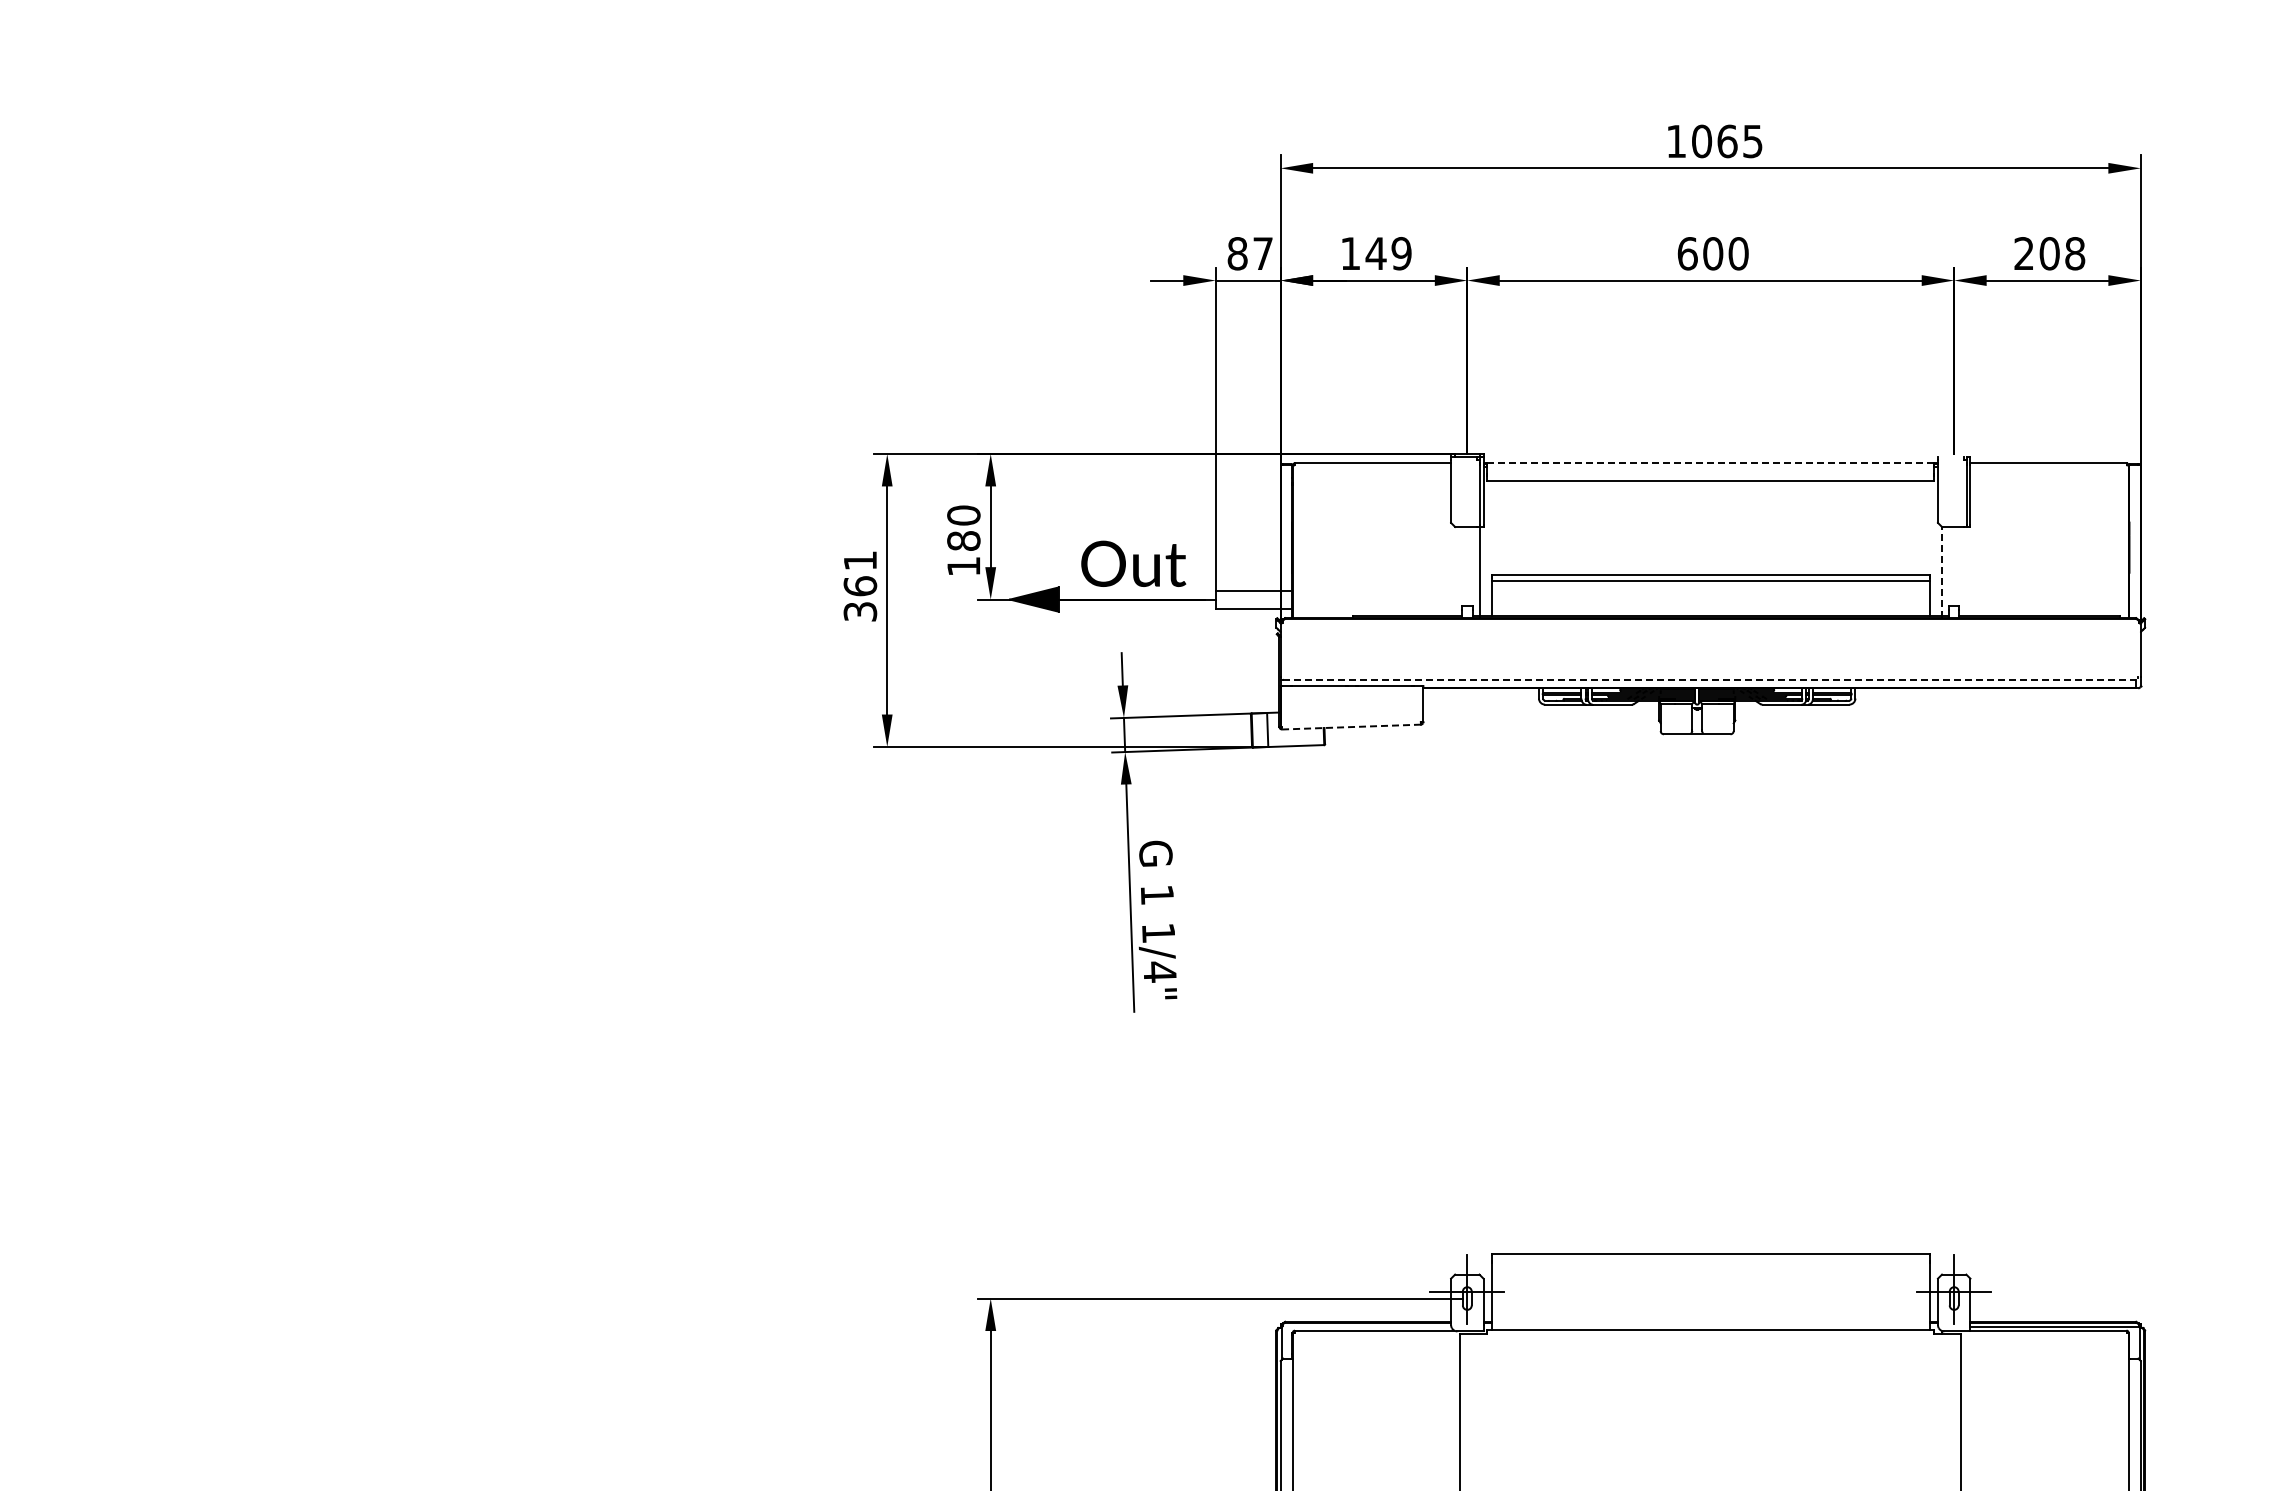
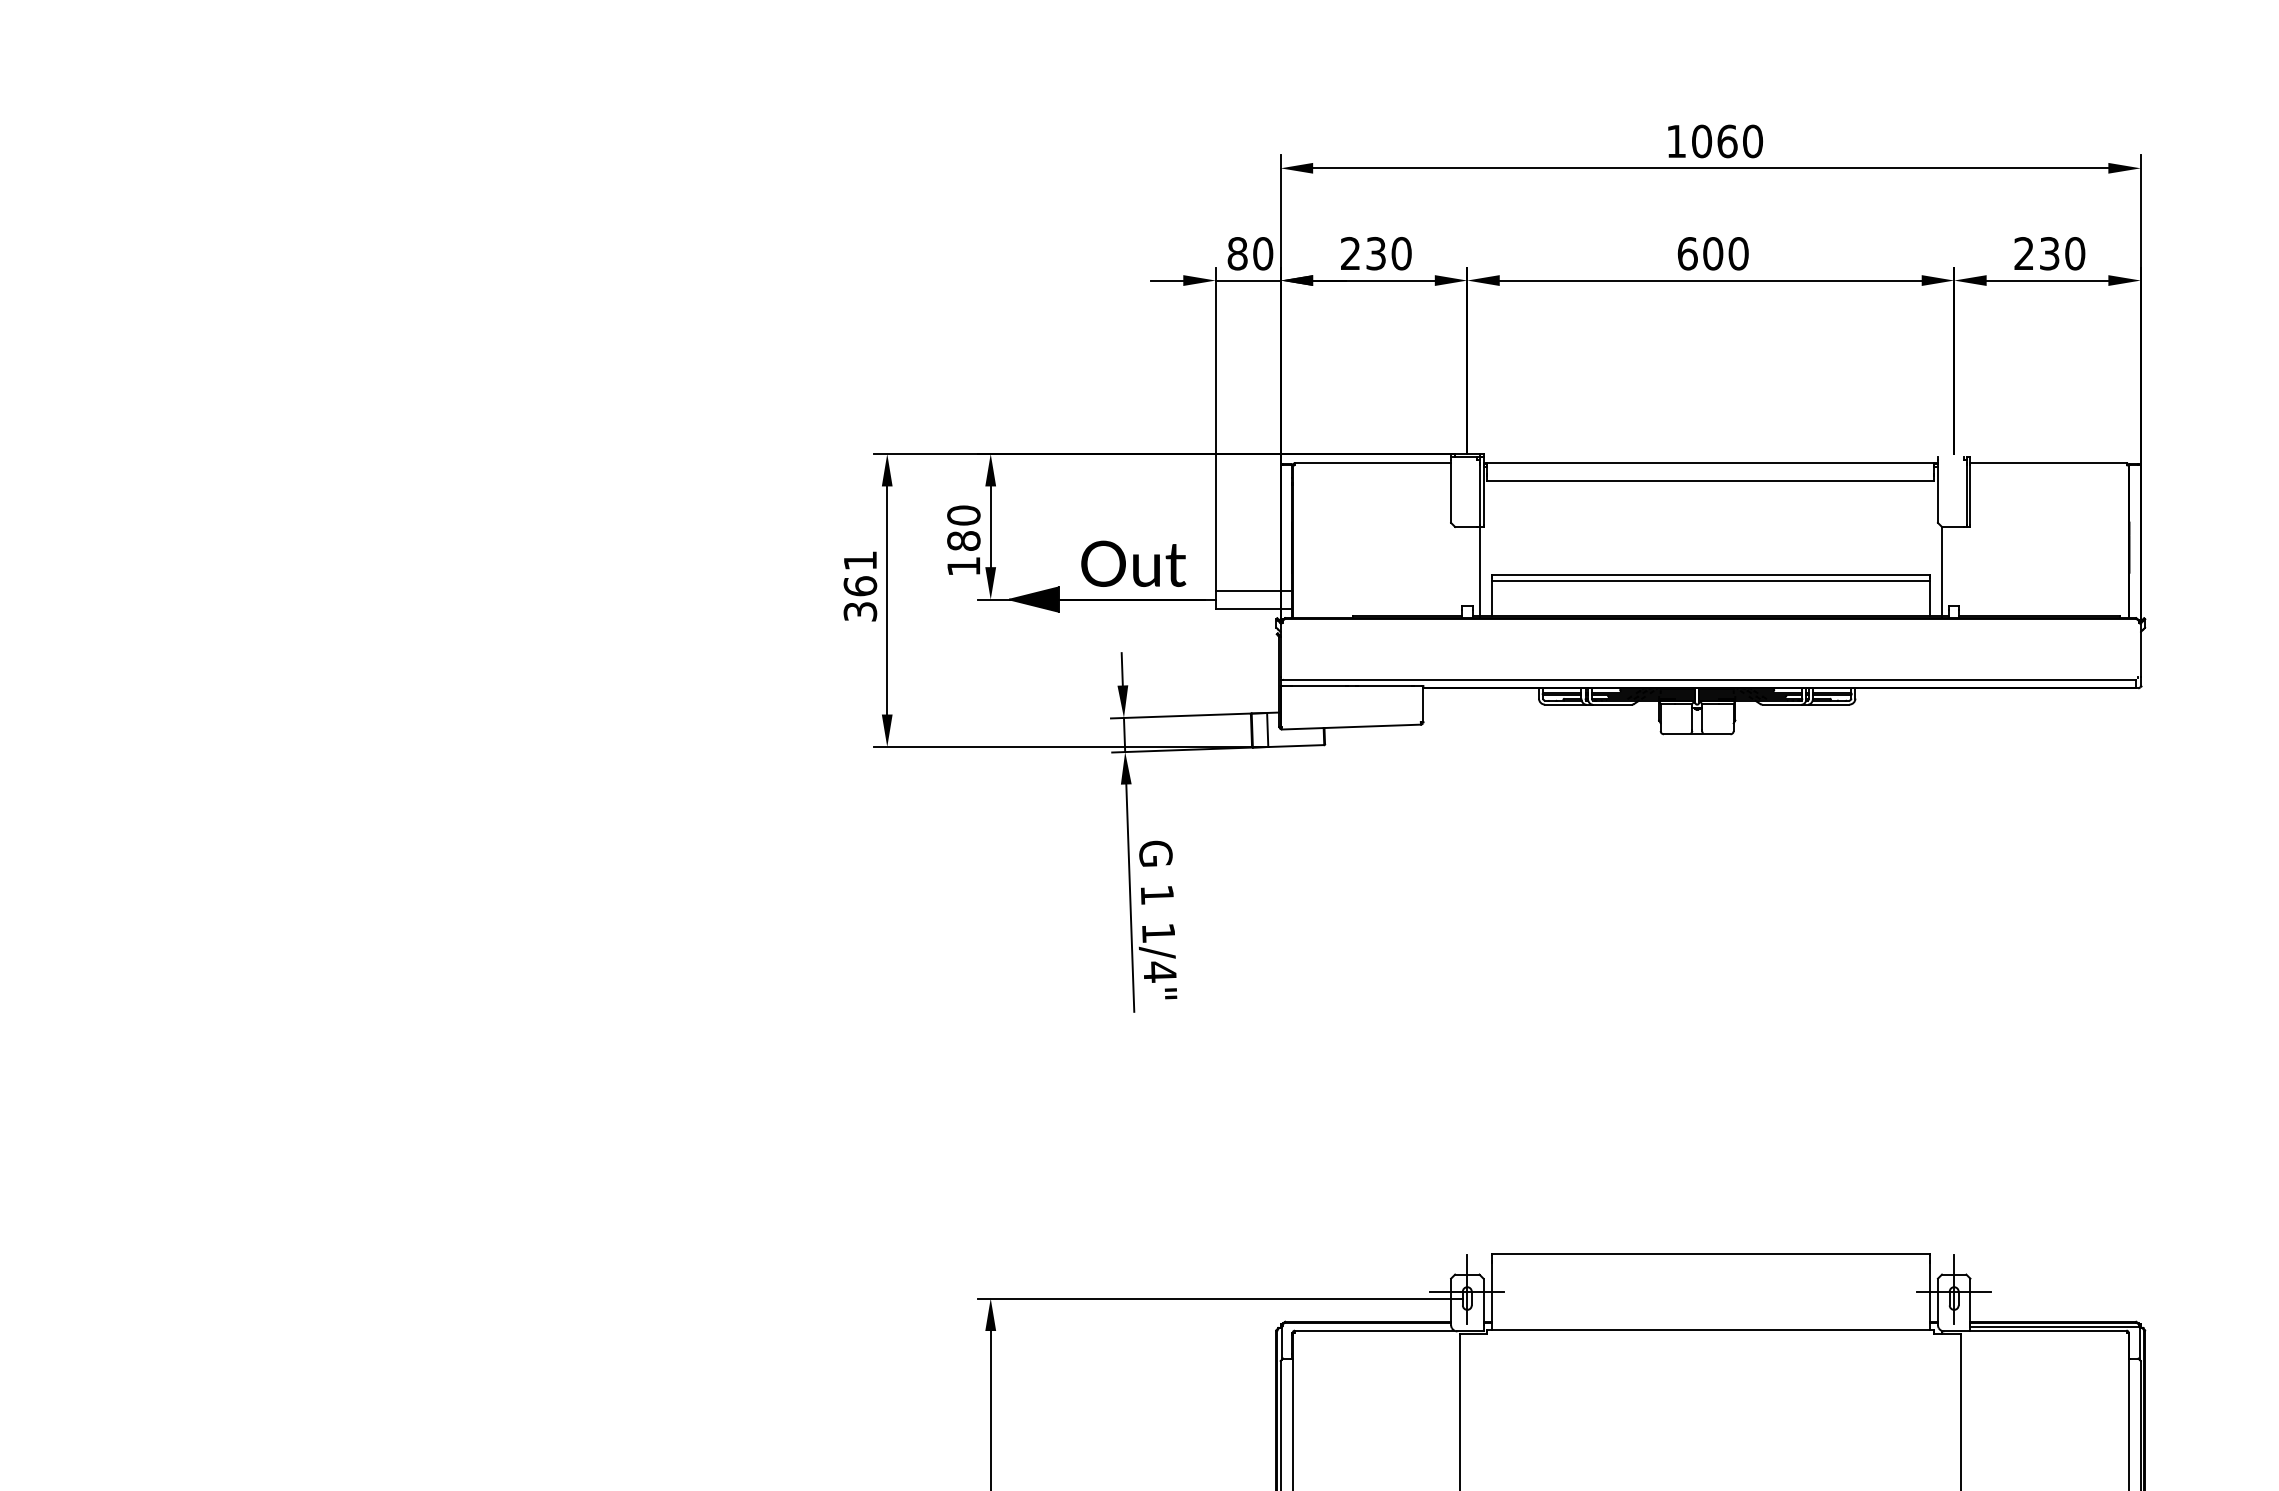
text at (1753, 141): 1065 -> 1060
text at (1263, 253): 87 -> 80
text at (1376, 253): 149 -> 230
text at (2062, 253): 208 -> 230
line at (1710, 462): dashed -> solid
line at (1942, 572): dashed -> solid
line at (1710, 679): dashed -> solid
line at (1351, 727): dashed -> solid
